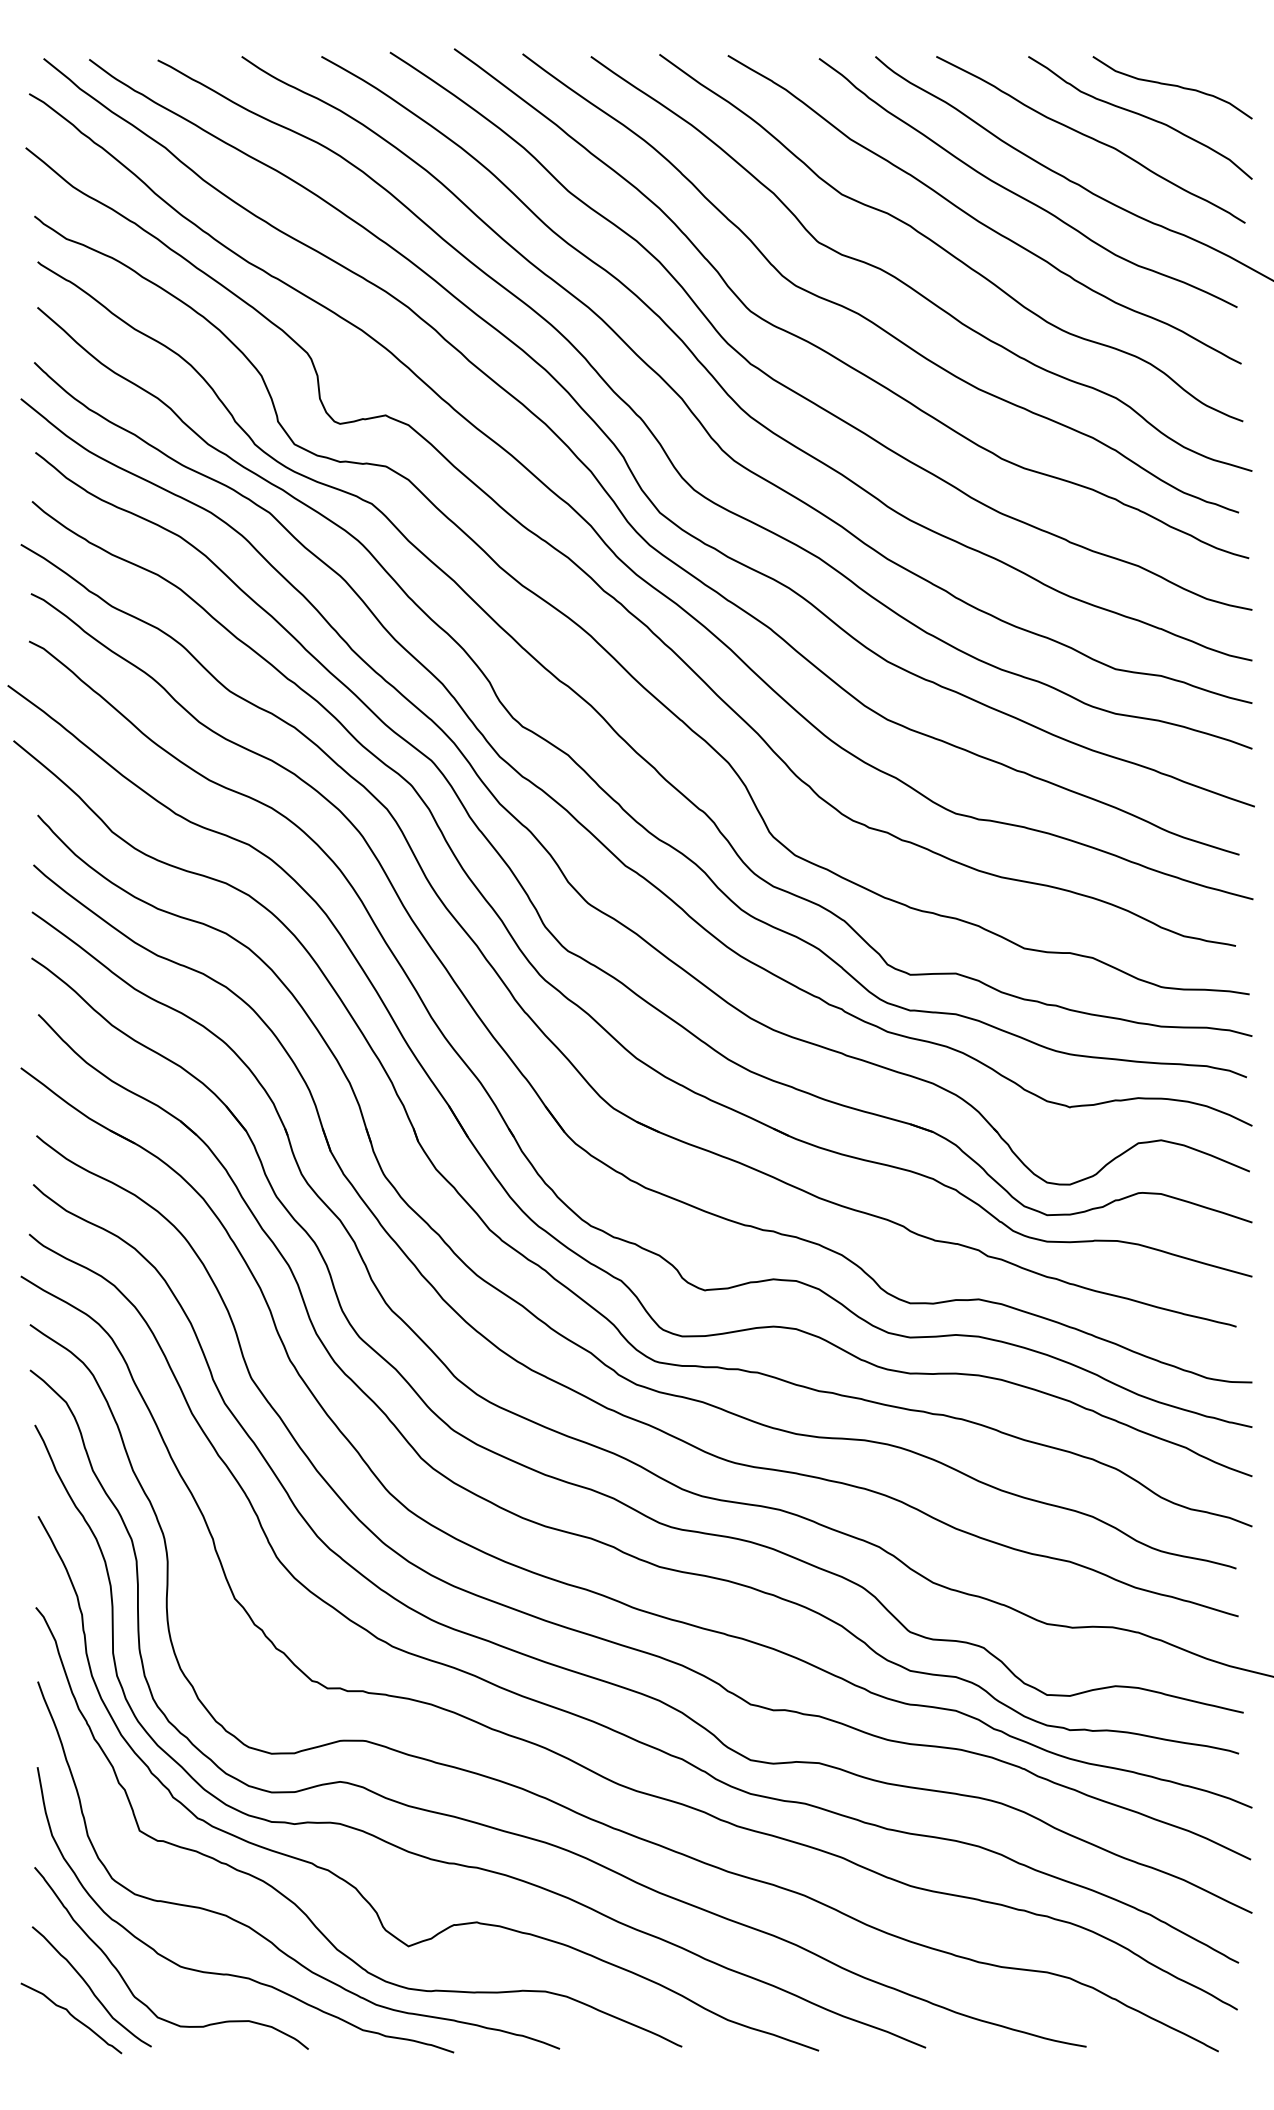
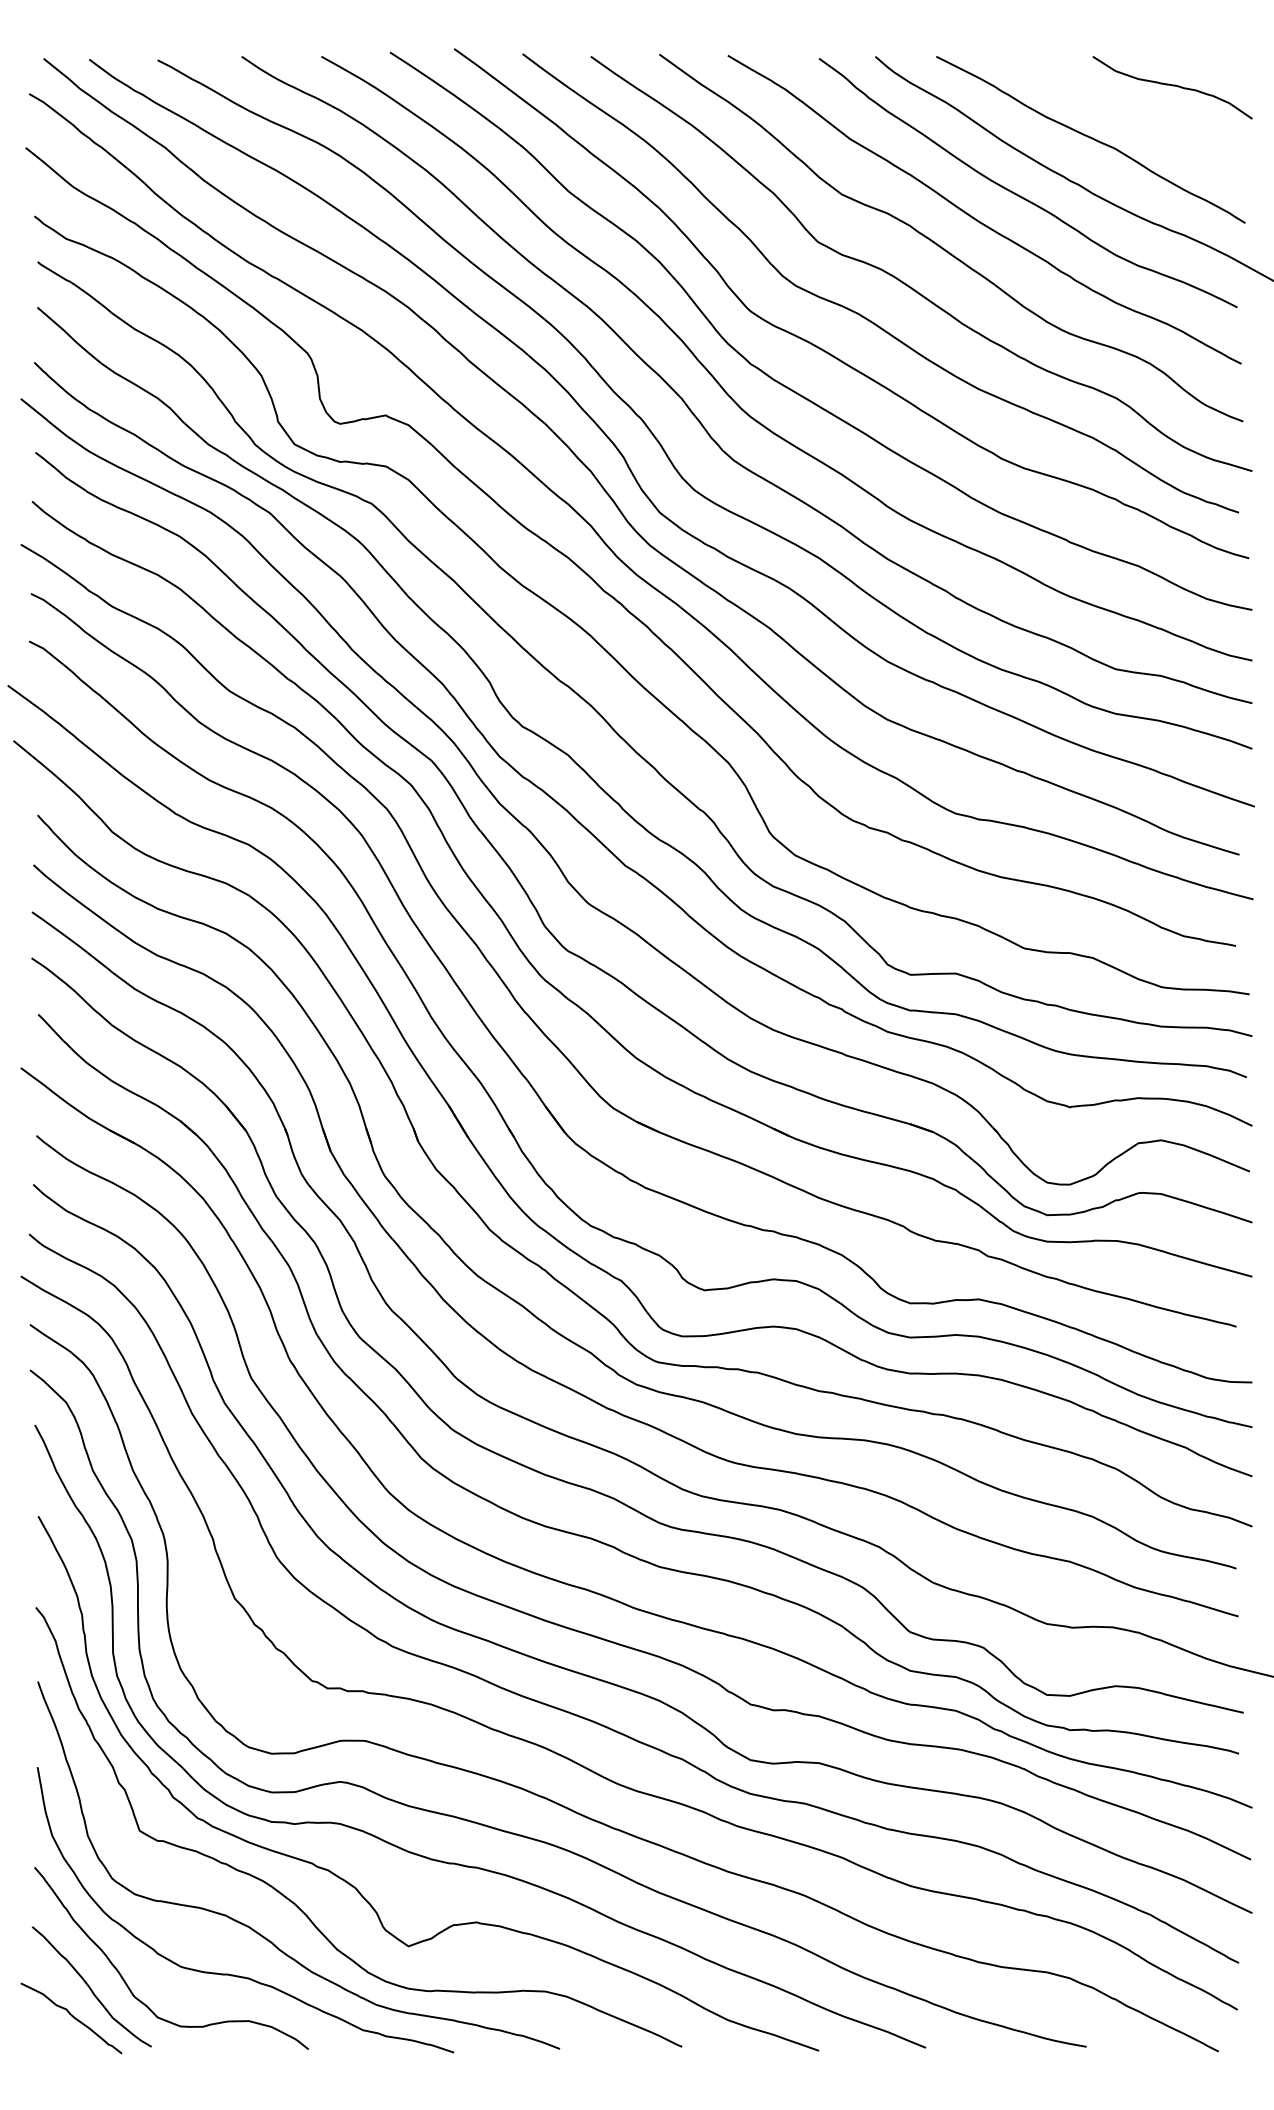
curve at (1141, 116): present -> none
